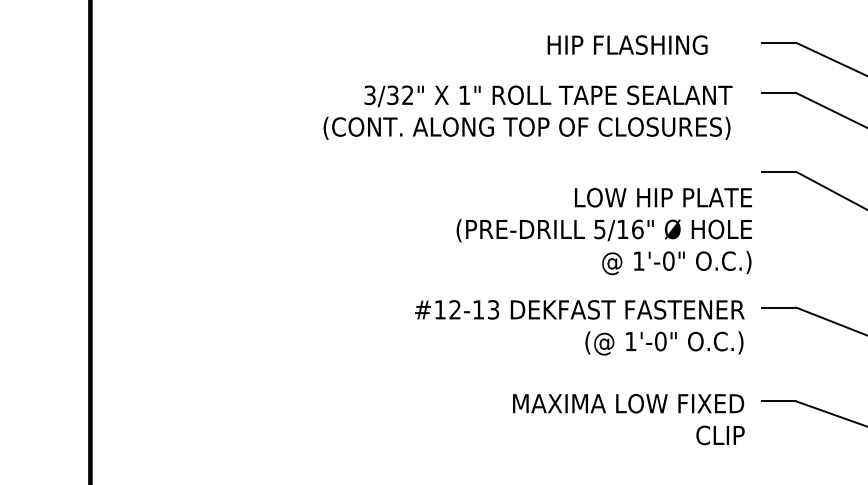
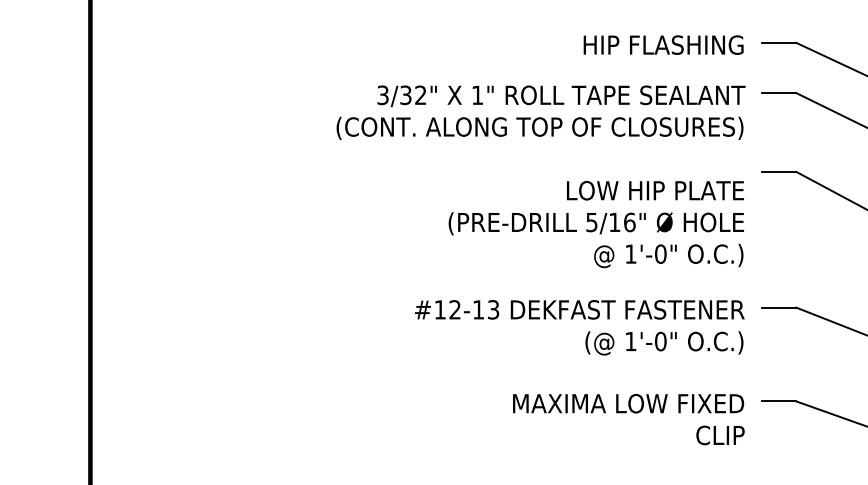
text at (627, 44) position: (627, 44) -> (663, 44)
text at (527, 112) position: (527, 112) -> (540, 112)
text at (603, 231) position: (603, 231) -> (595, 224)
